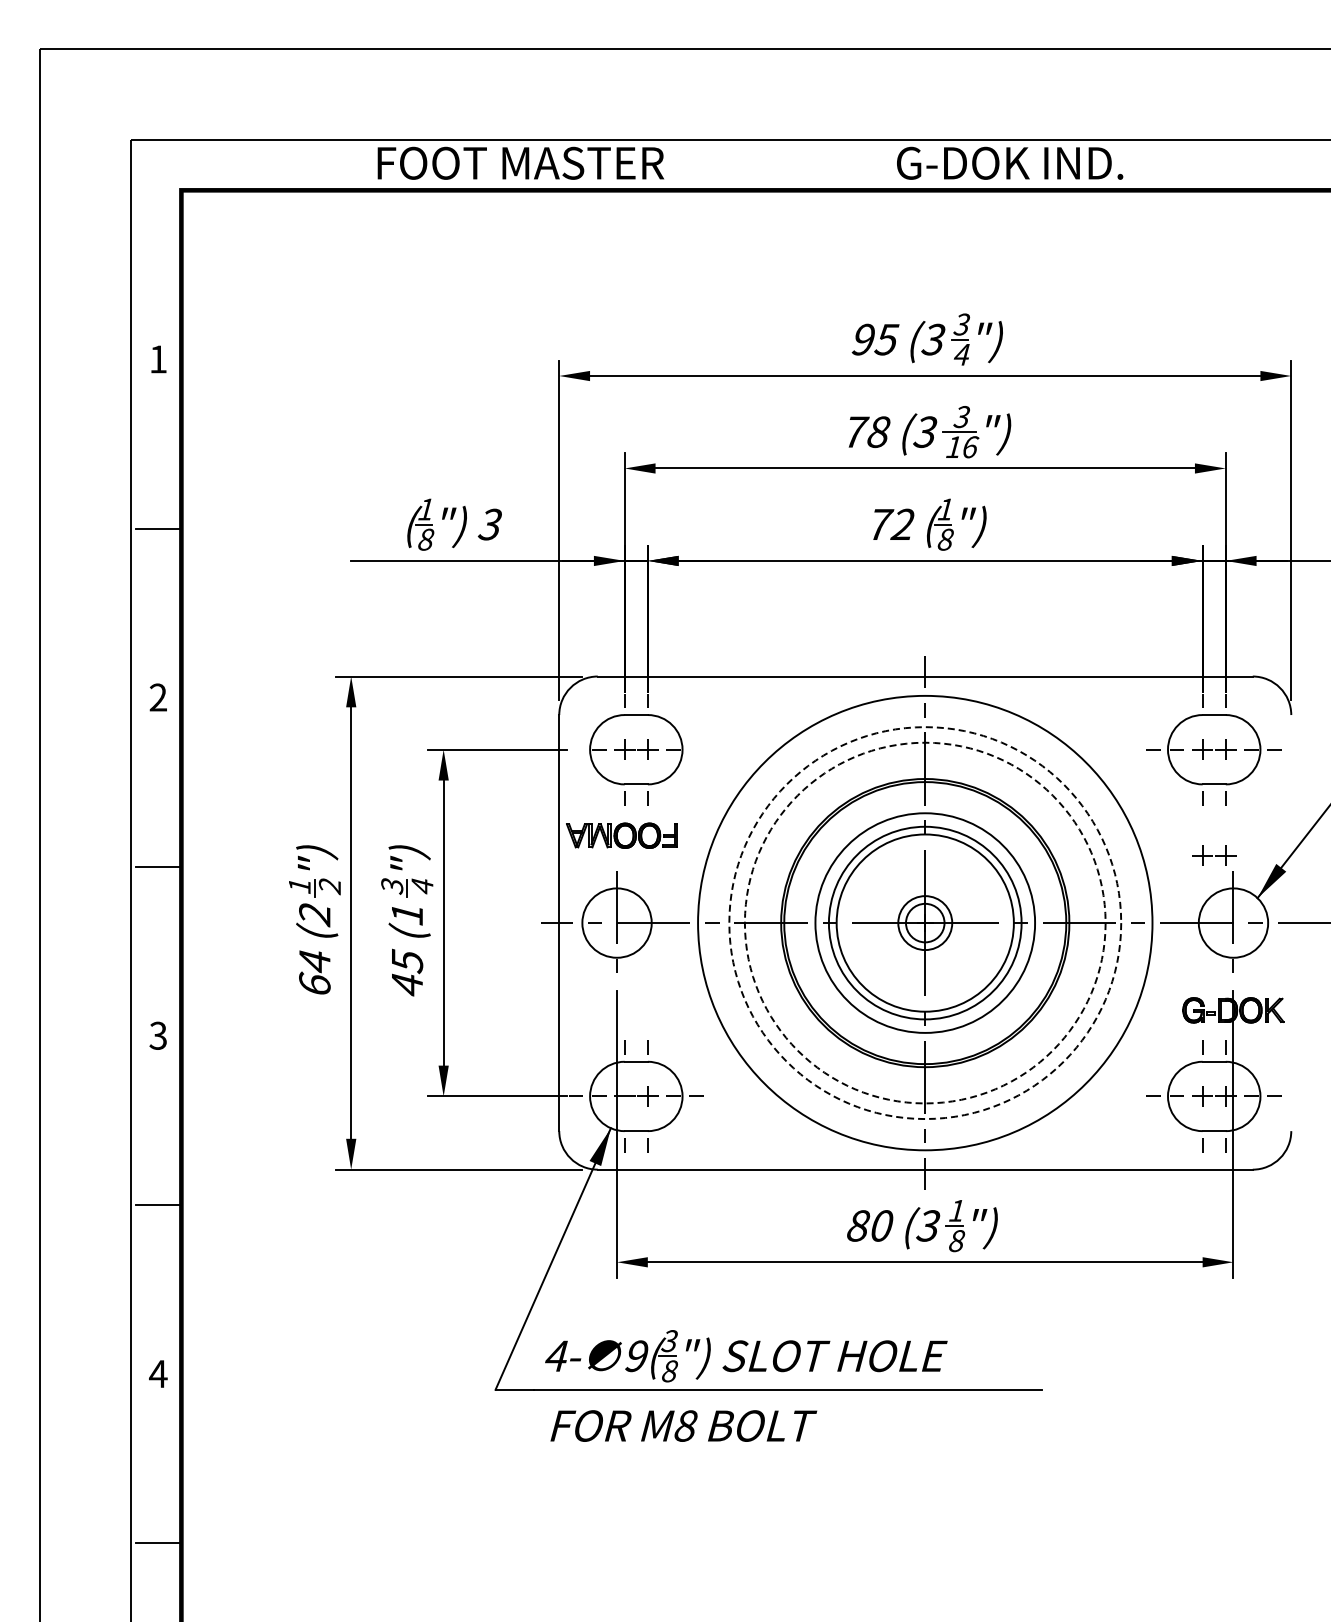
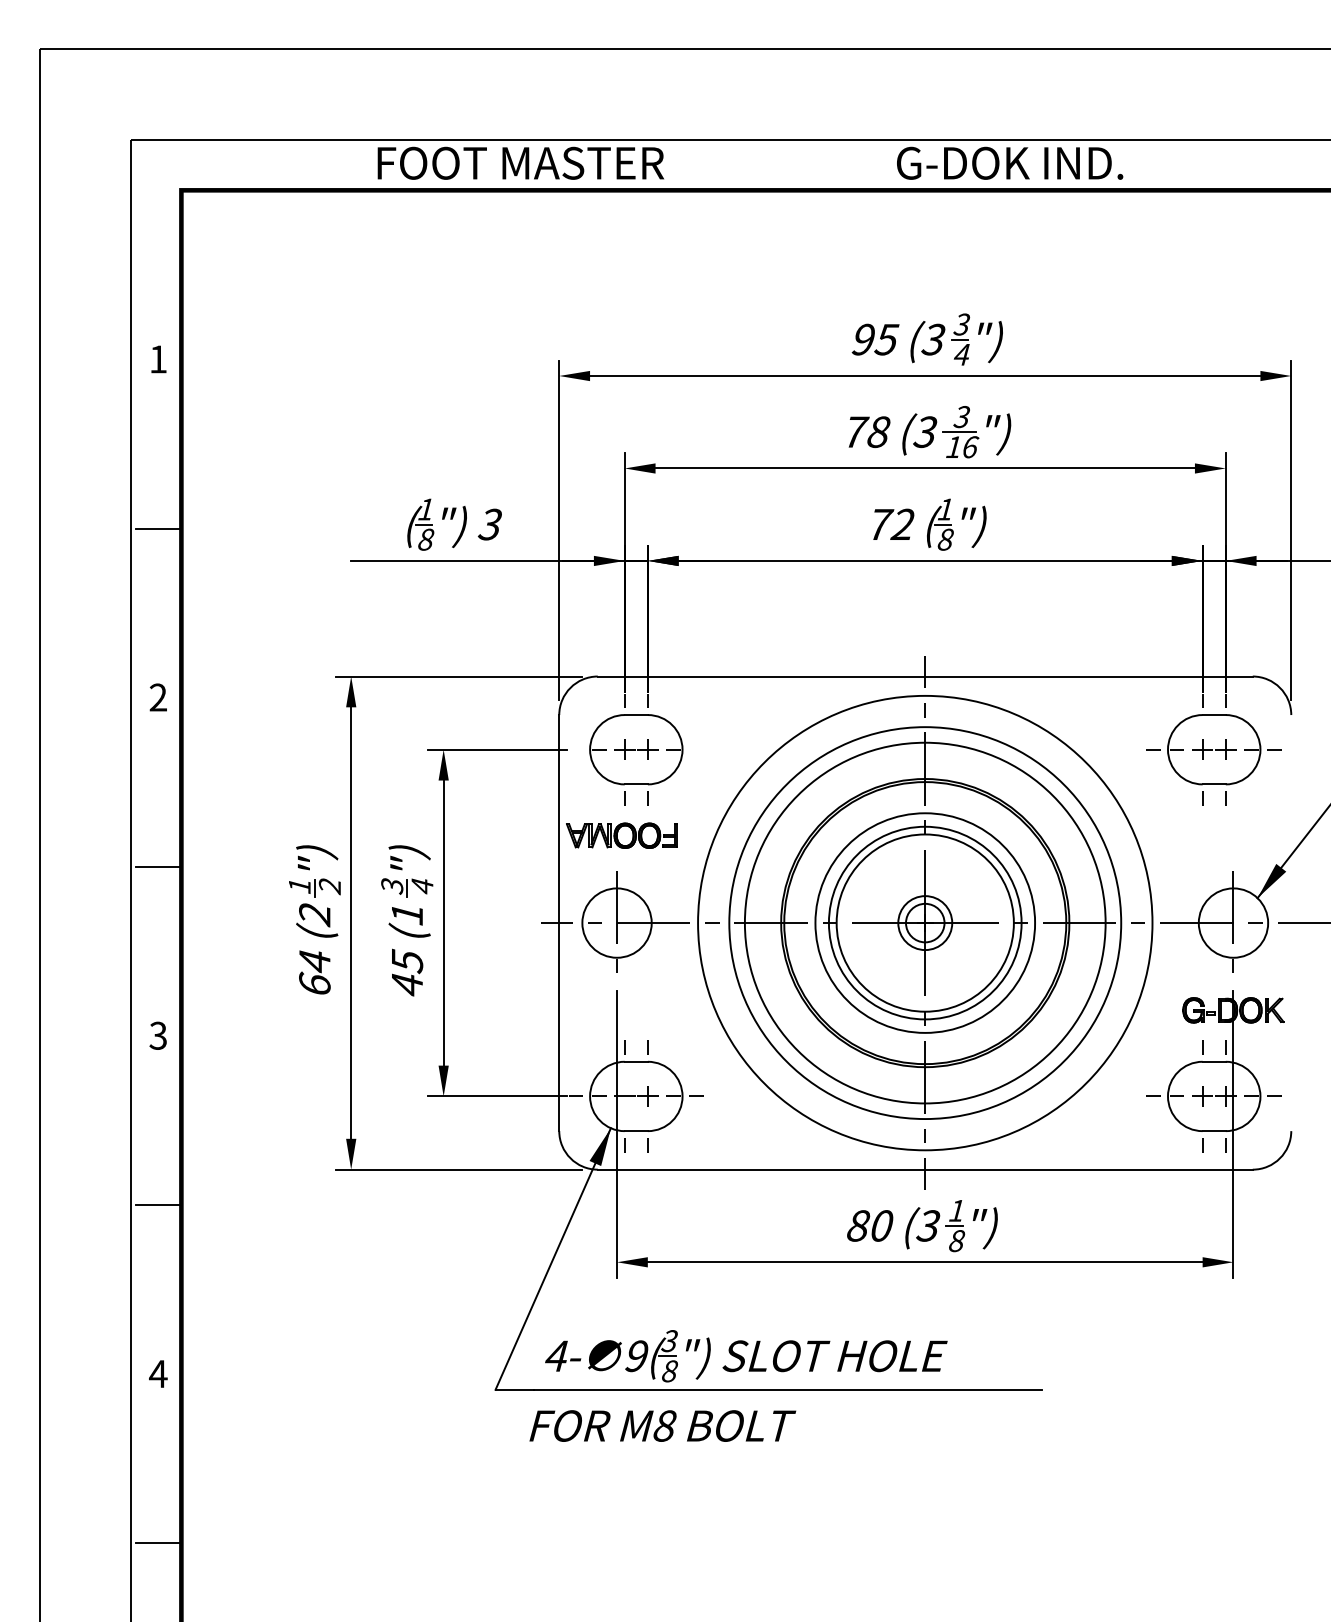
part at (1214, 855): present -> none
circle at (924, 922): dashed -> solid
circle at (925, 923): dashed -> solid
text at (683, 1425) position: (683, 1425) -> (662, 1425)
